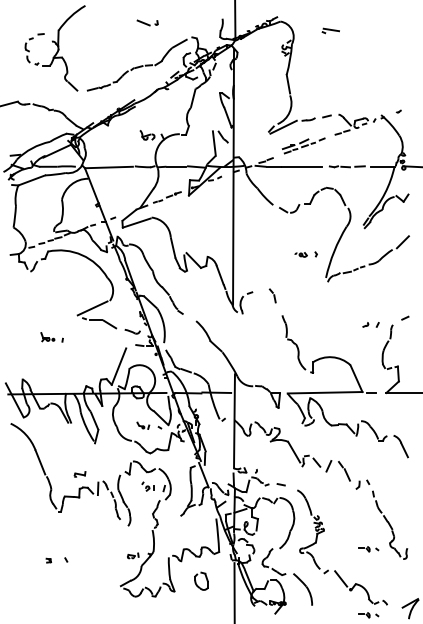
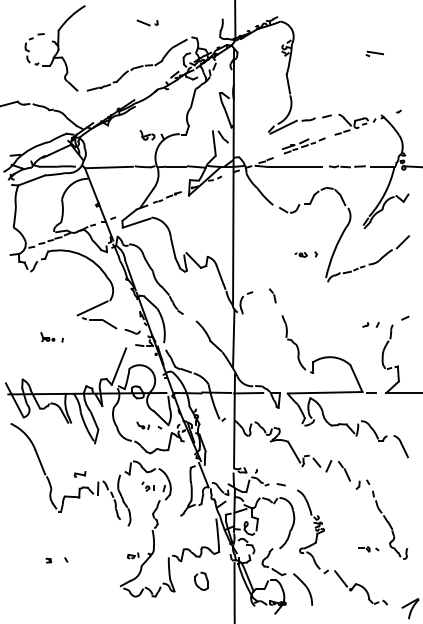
part at (330, 30) position: (330, 30) -> (374, 53)
line at (233, 337): none -> present
line at (248, 392): none -> present
part at (368, 615): present -> none
